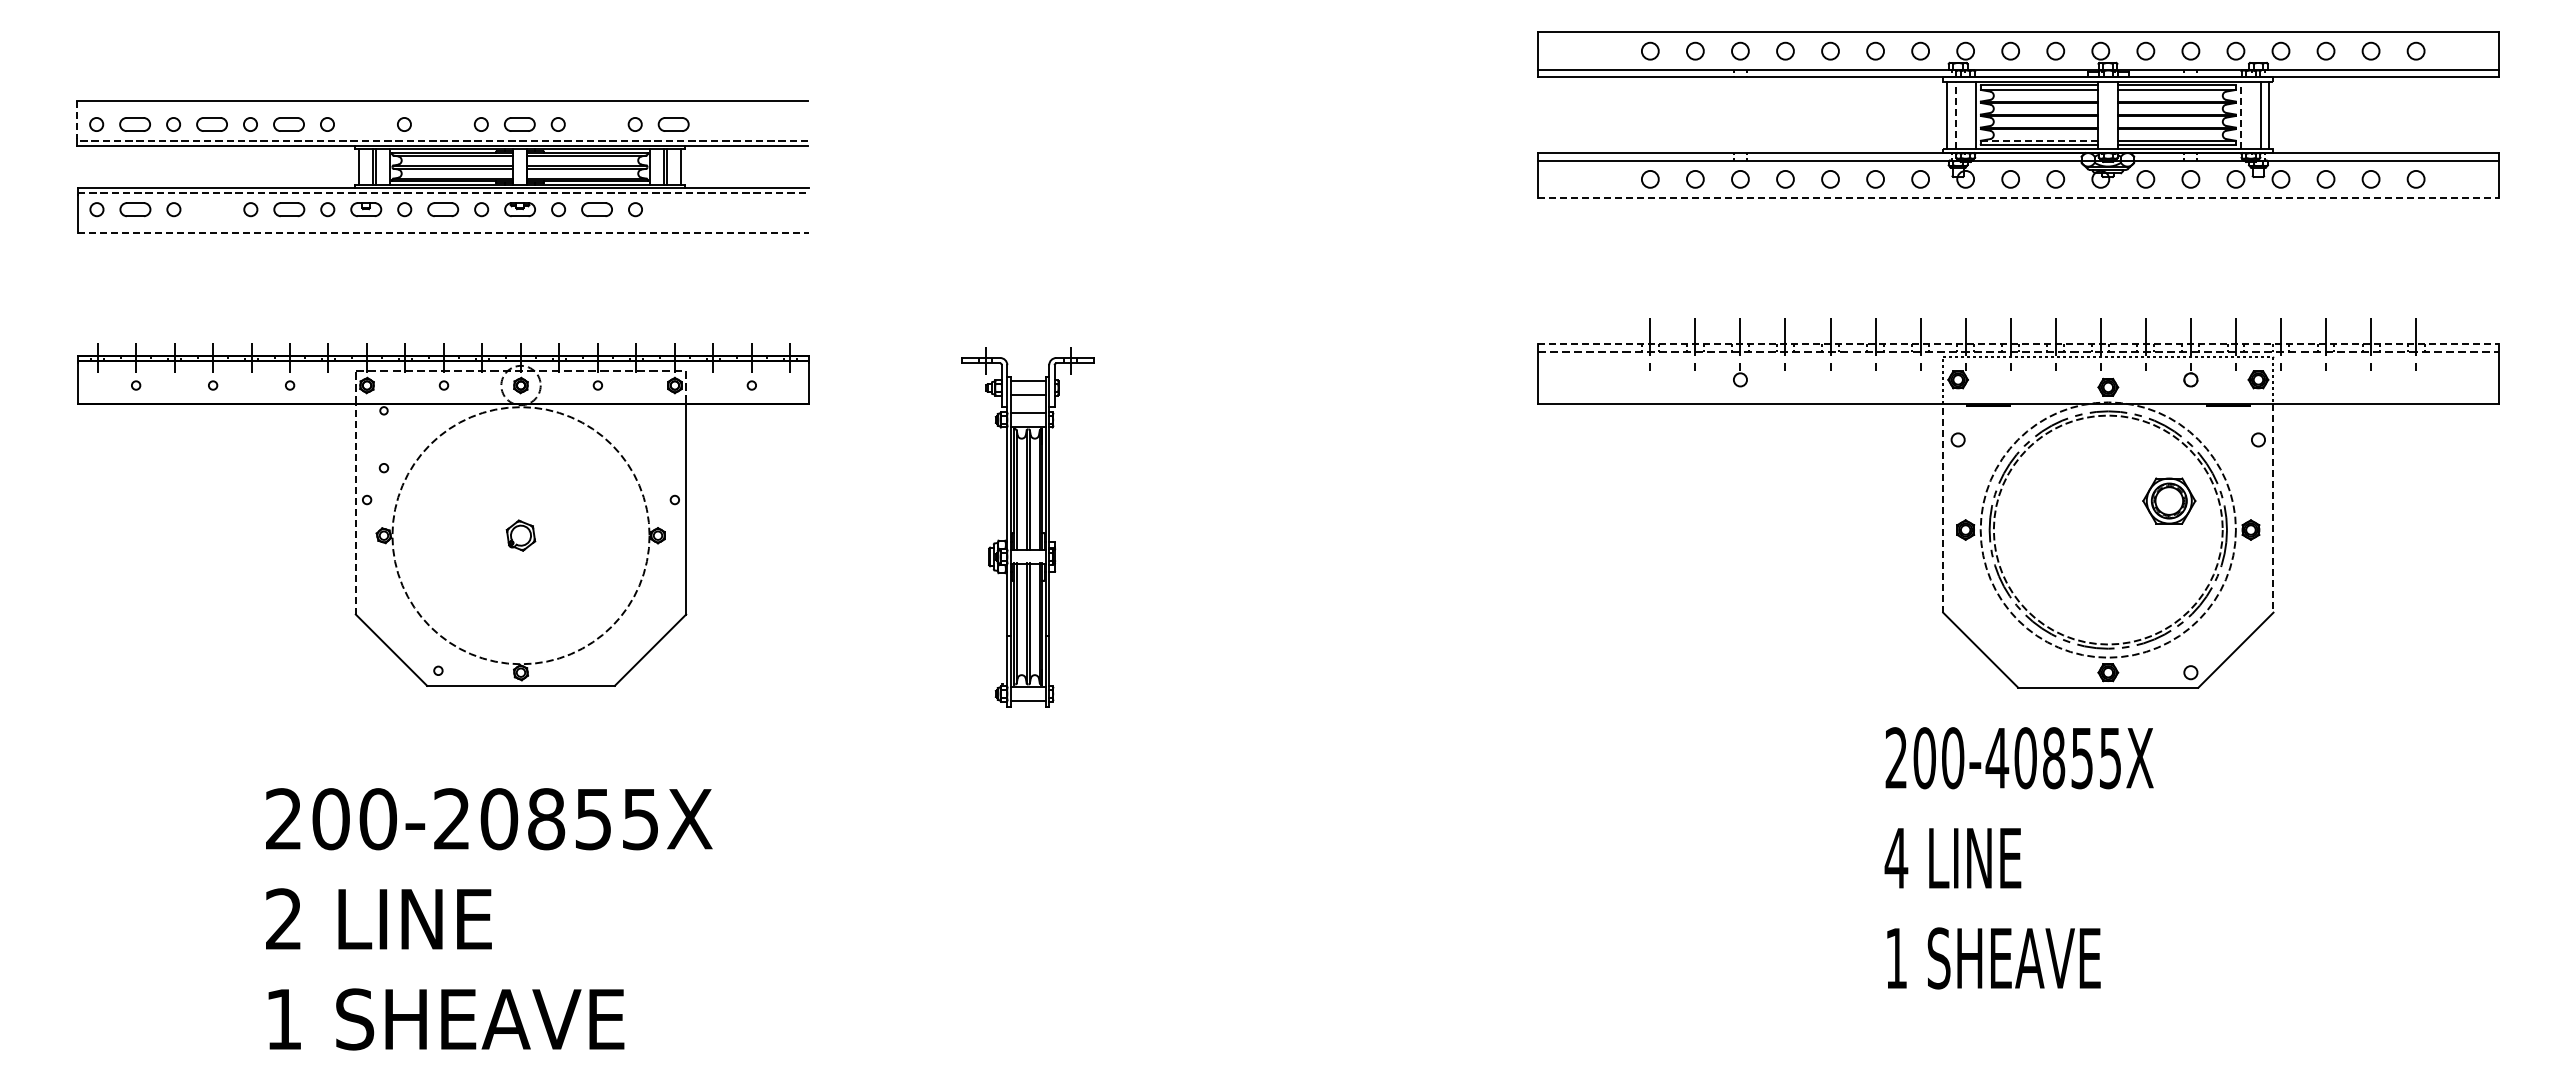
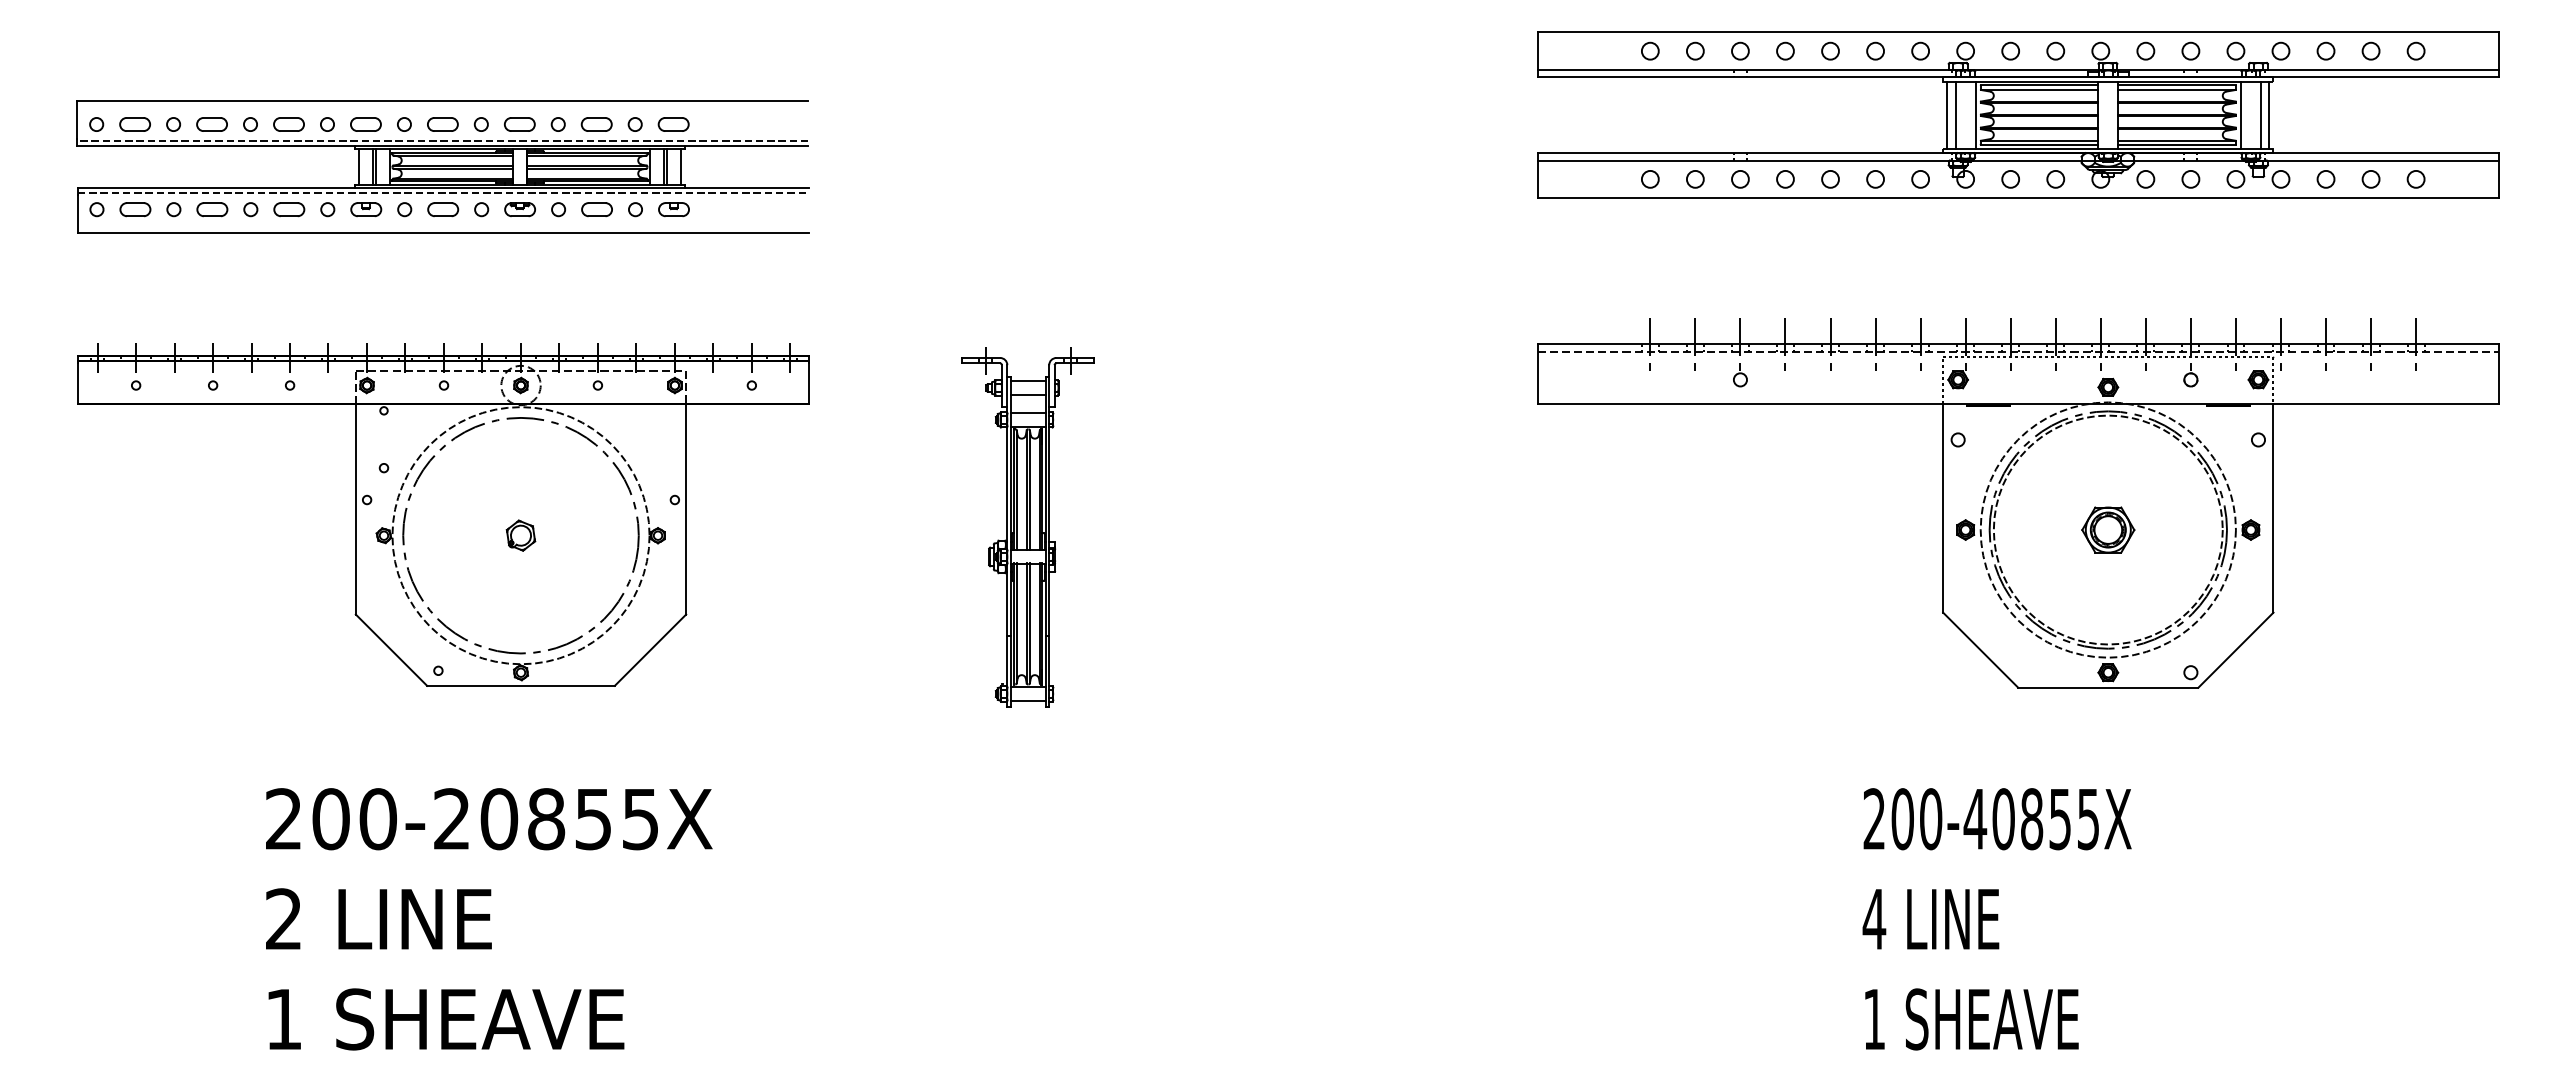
line at (1955, 115): dashed -> solid
line at (2240, 115): dashed -> solid
line at (77, 120): dashed -> solid
part at (365, 124): none -> present
part at (442, 124): none -> present
part at (596, 124): none -> present
line at (2039, 140): dashed -> solid
line at (2018, 198): dashed -> solid
part at (212, 209): none -> present
part at (673, 209): none -> present
line at (443, 233): dashed -> solid
line at (2018, 344): dashed -> solid
part at (2169, 500) position: (2169, 500) -> (2108, 529)
line at (1943, 507): dashed -> solid
line at (355, 508): dashed -> solid
line at (2273, 508): dashed -> solid
circle at (520, 535): none -> present
text at (2018, 858) position: (2018, 858) -> (1996, 919)
